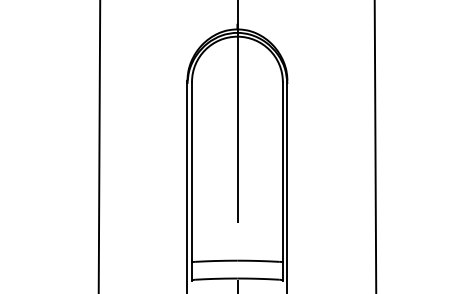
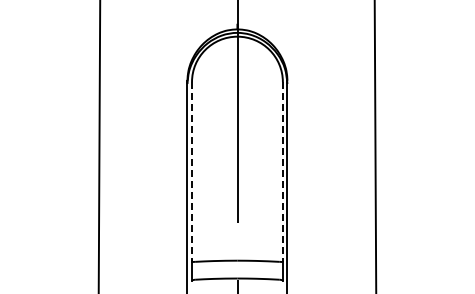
line at (192, 172): solid -> dashed
line at (282, 172): solid -> dashed
